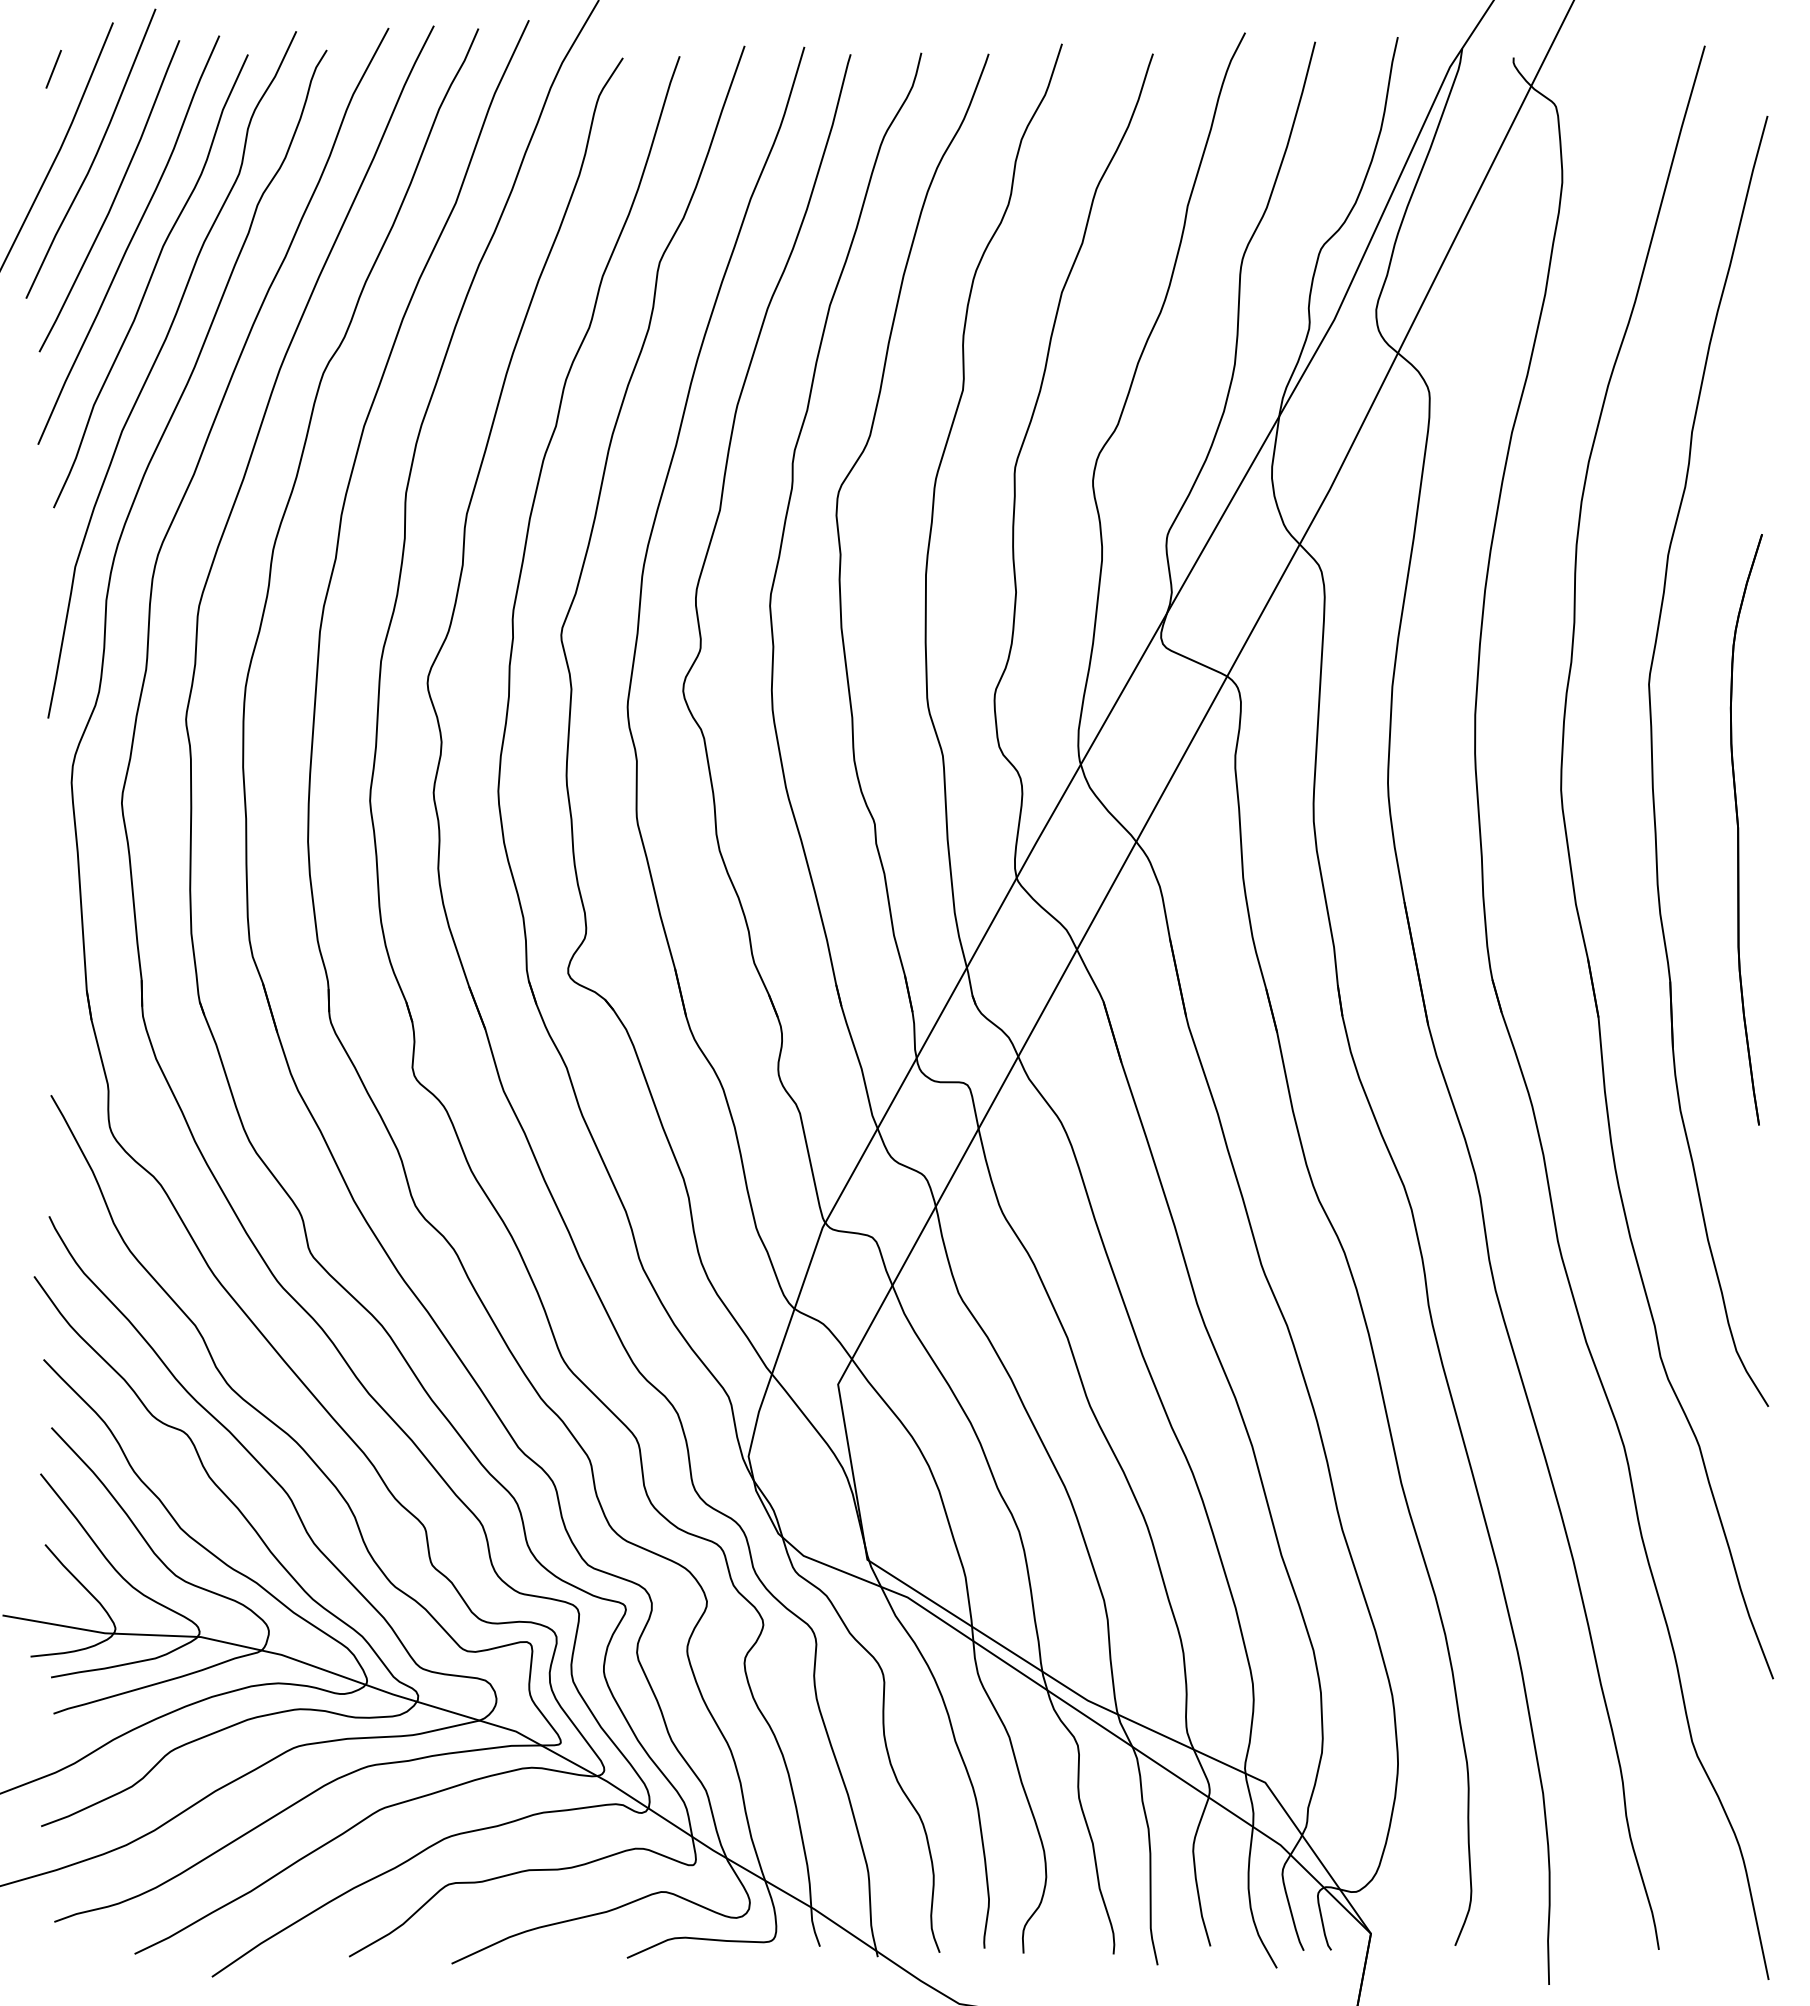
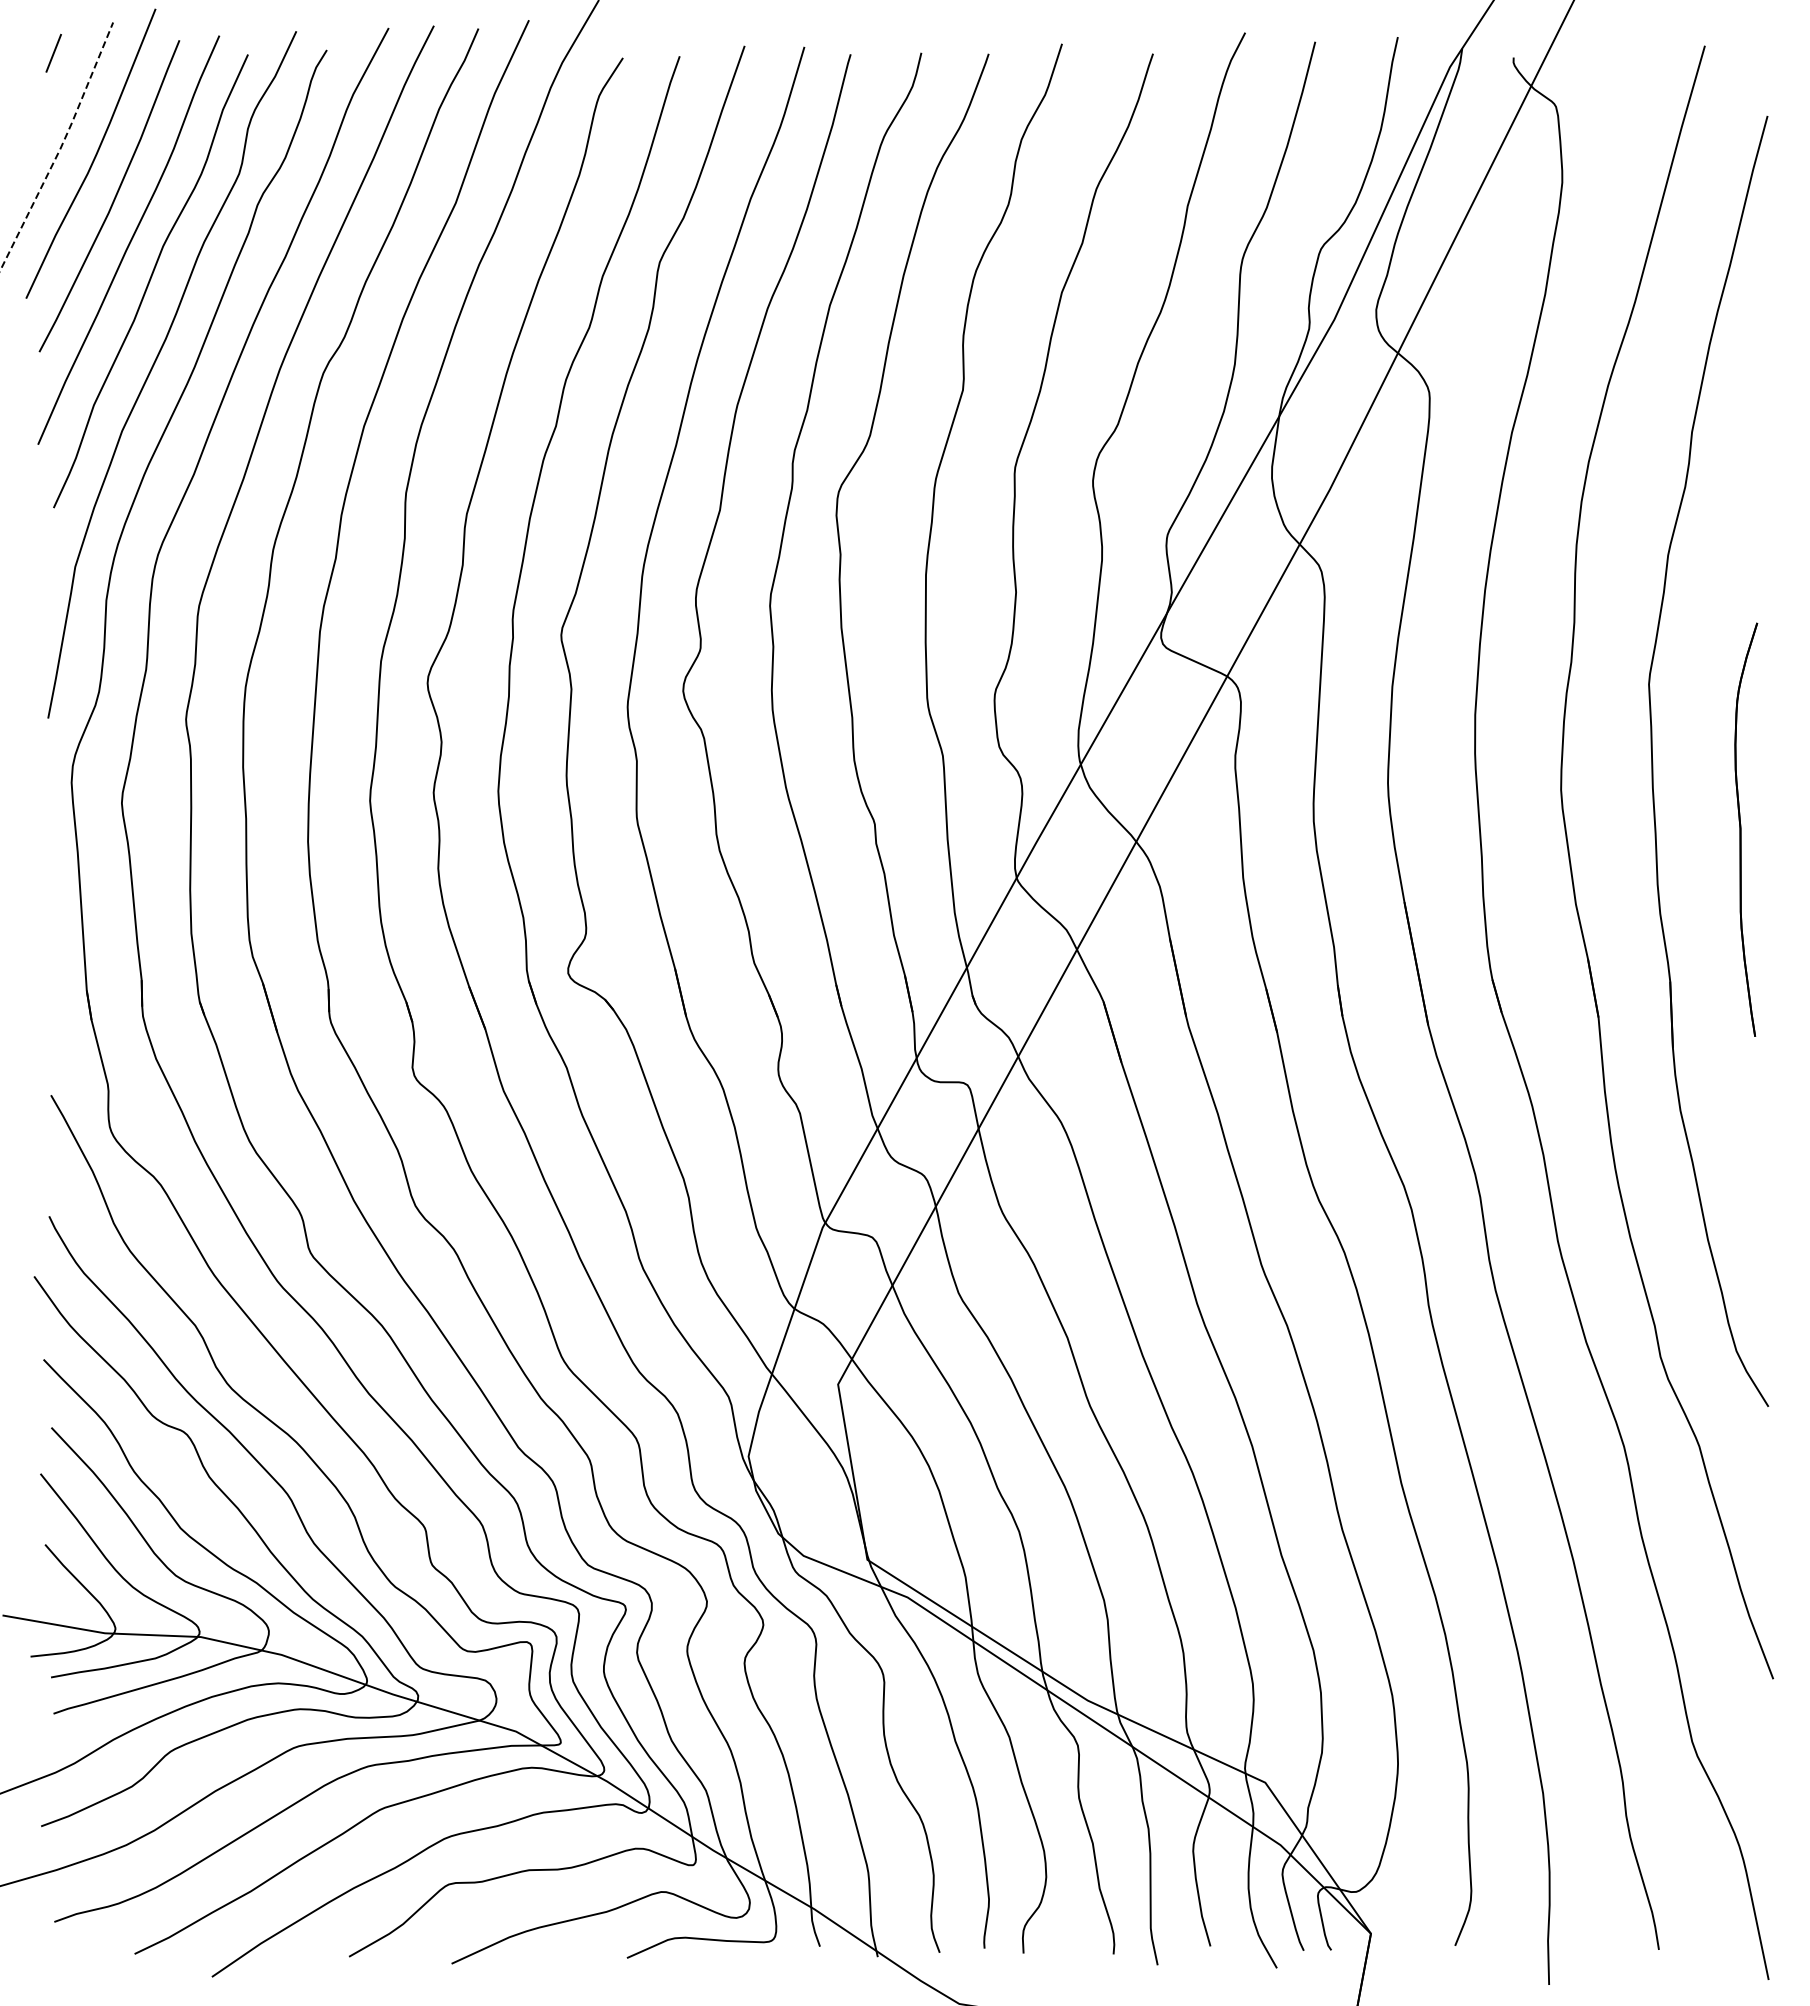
line at (53, 68) position: (53, 68) -> (53, 52)
line at (61, 147): solid -> dashed
part at (1745, 829) size: 34x592 px -> 25x415 px
